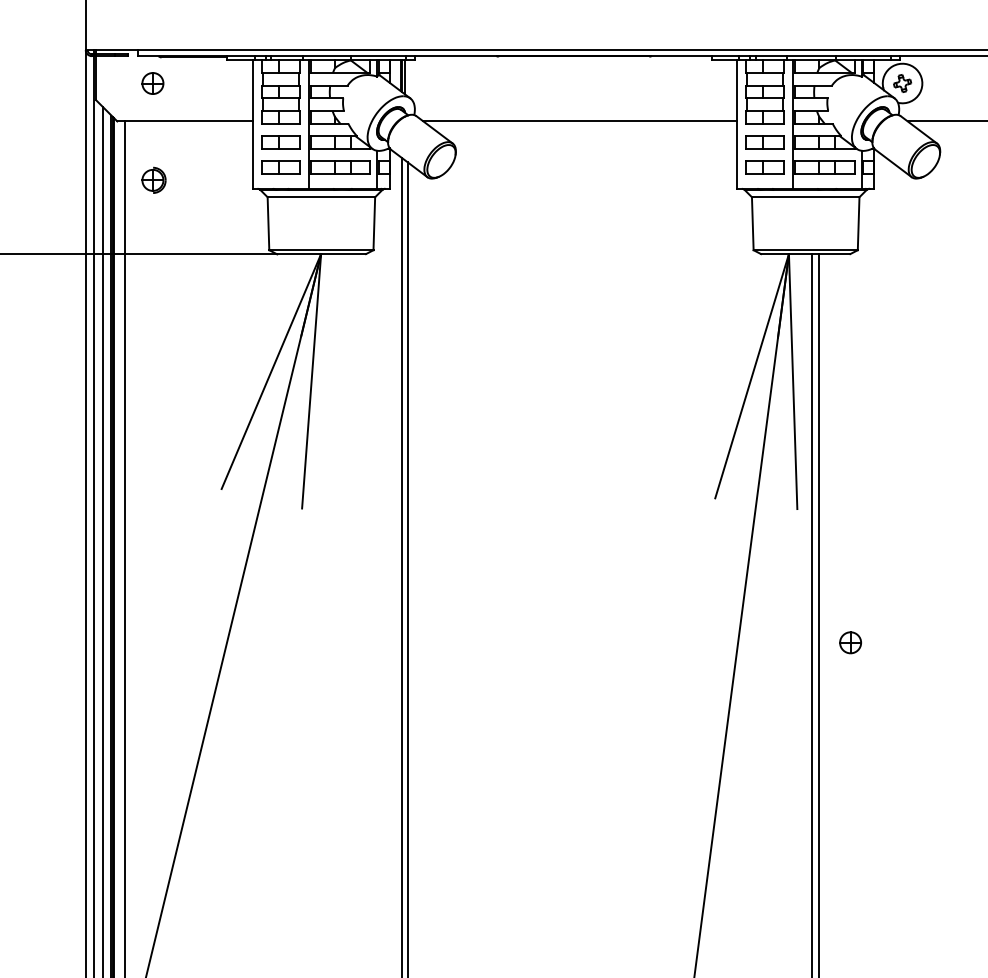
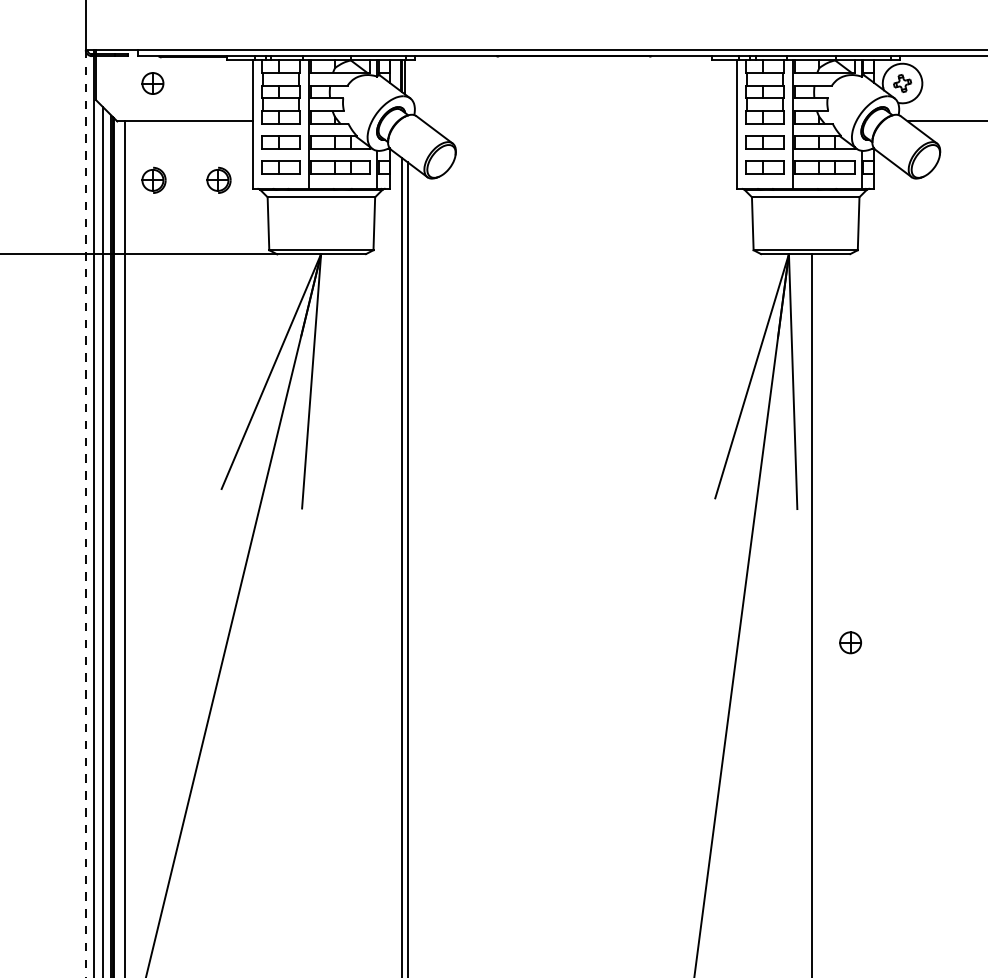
line at (580, 121): present -> none
part at (218, 179): none -> present
line at (85, 514): solid -> dashed
line at (819, 614): present -> none
